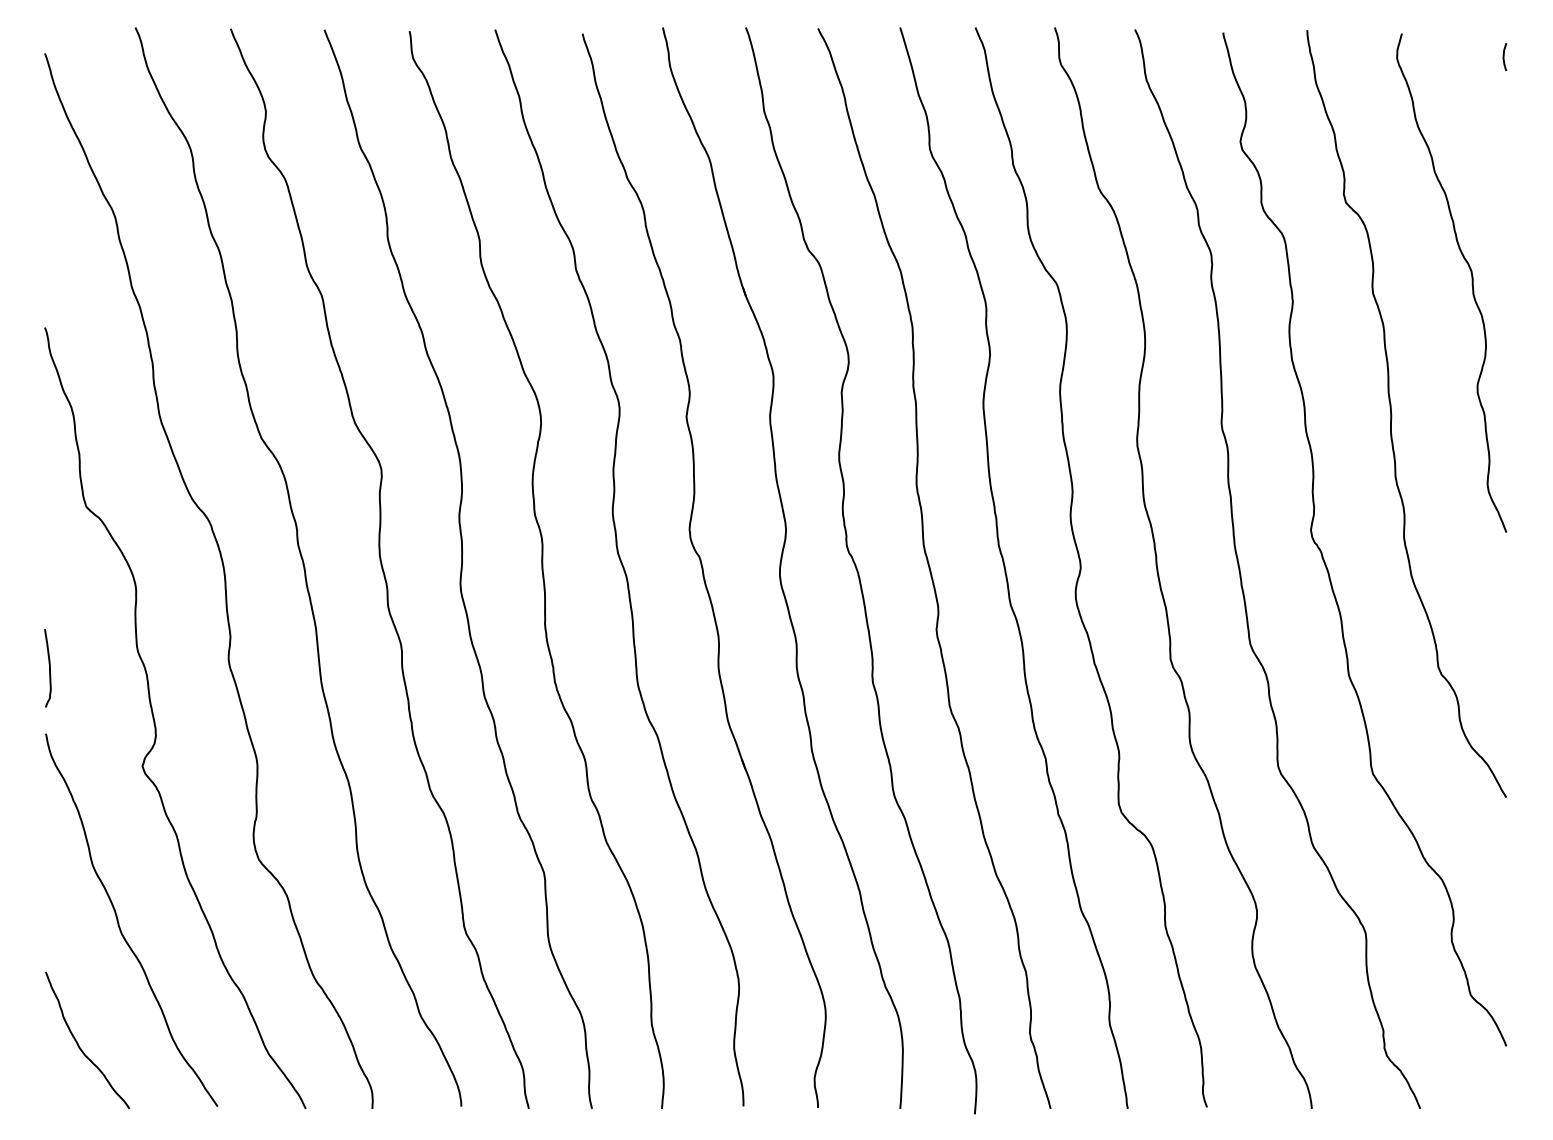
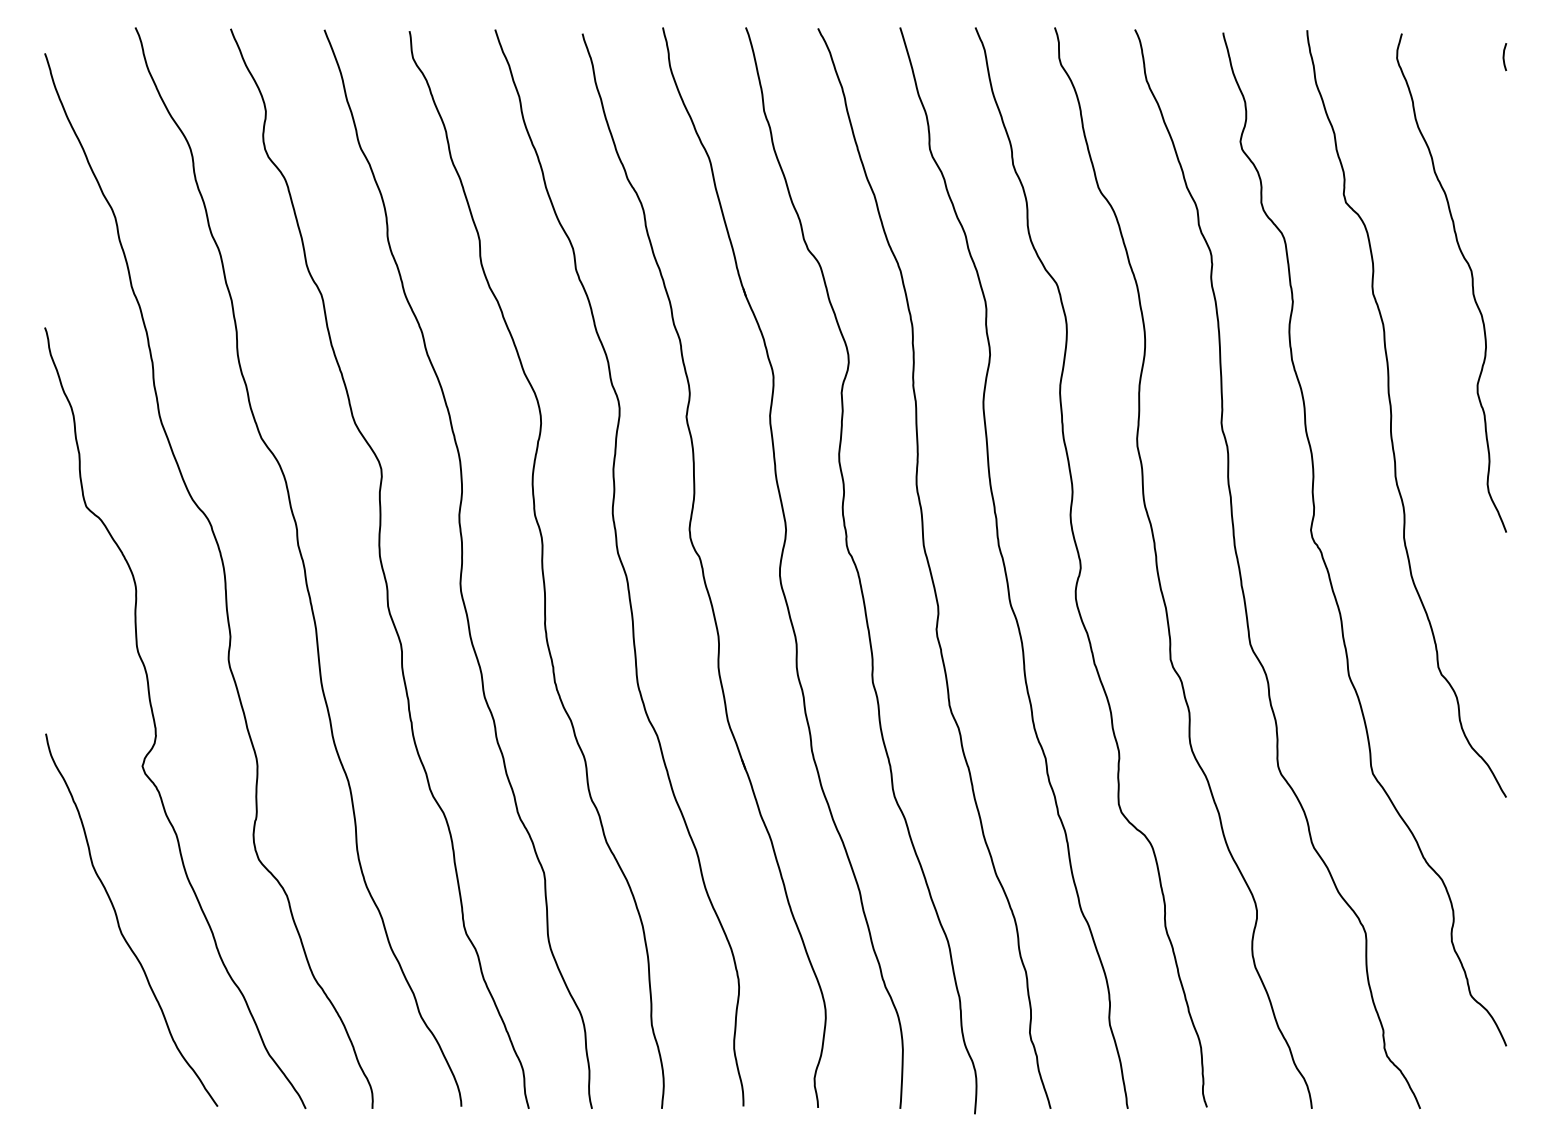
curve at (49, 668): present -> none
curve at (79, 1045): present -> none
